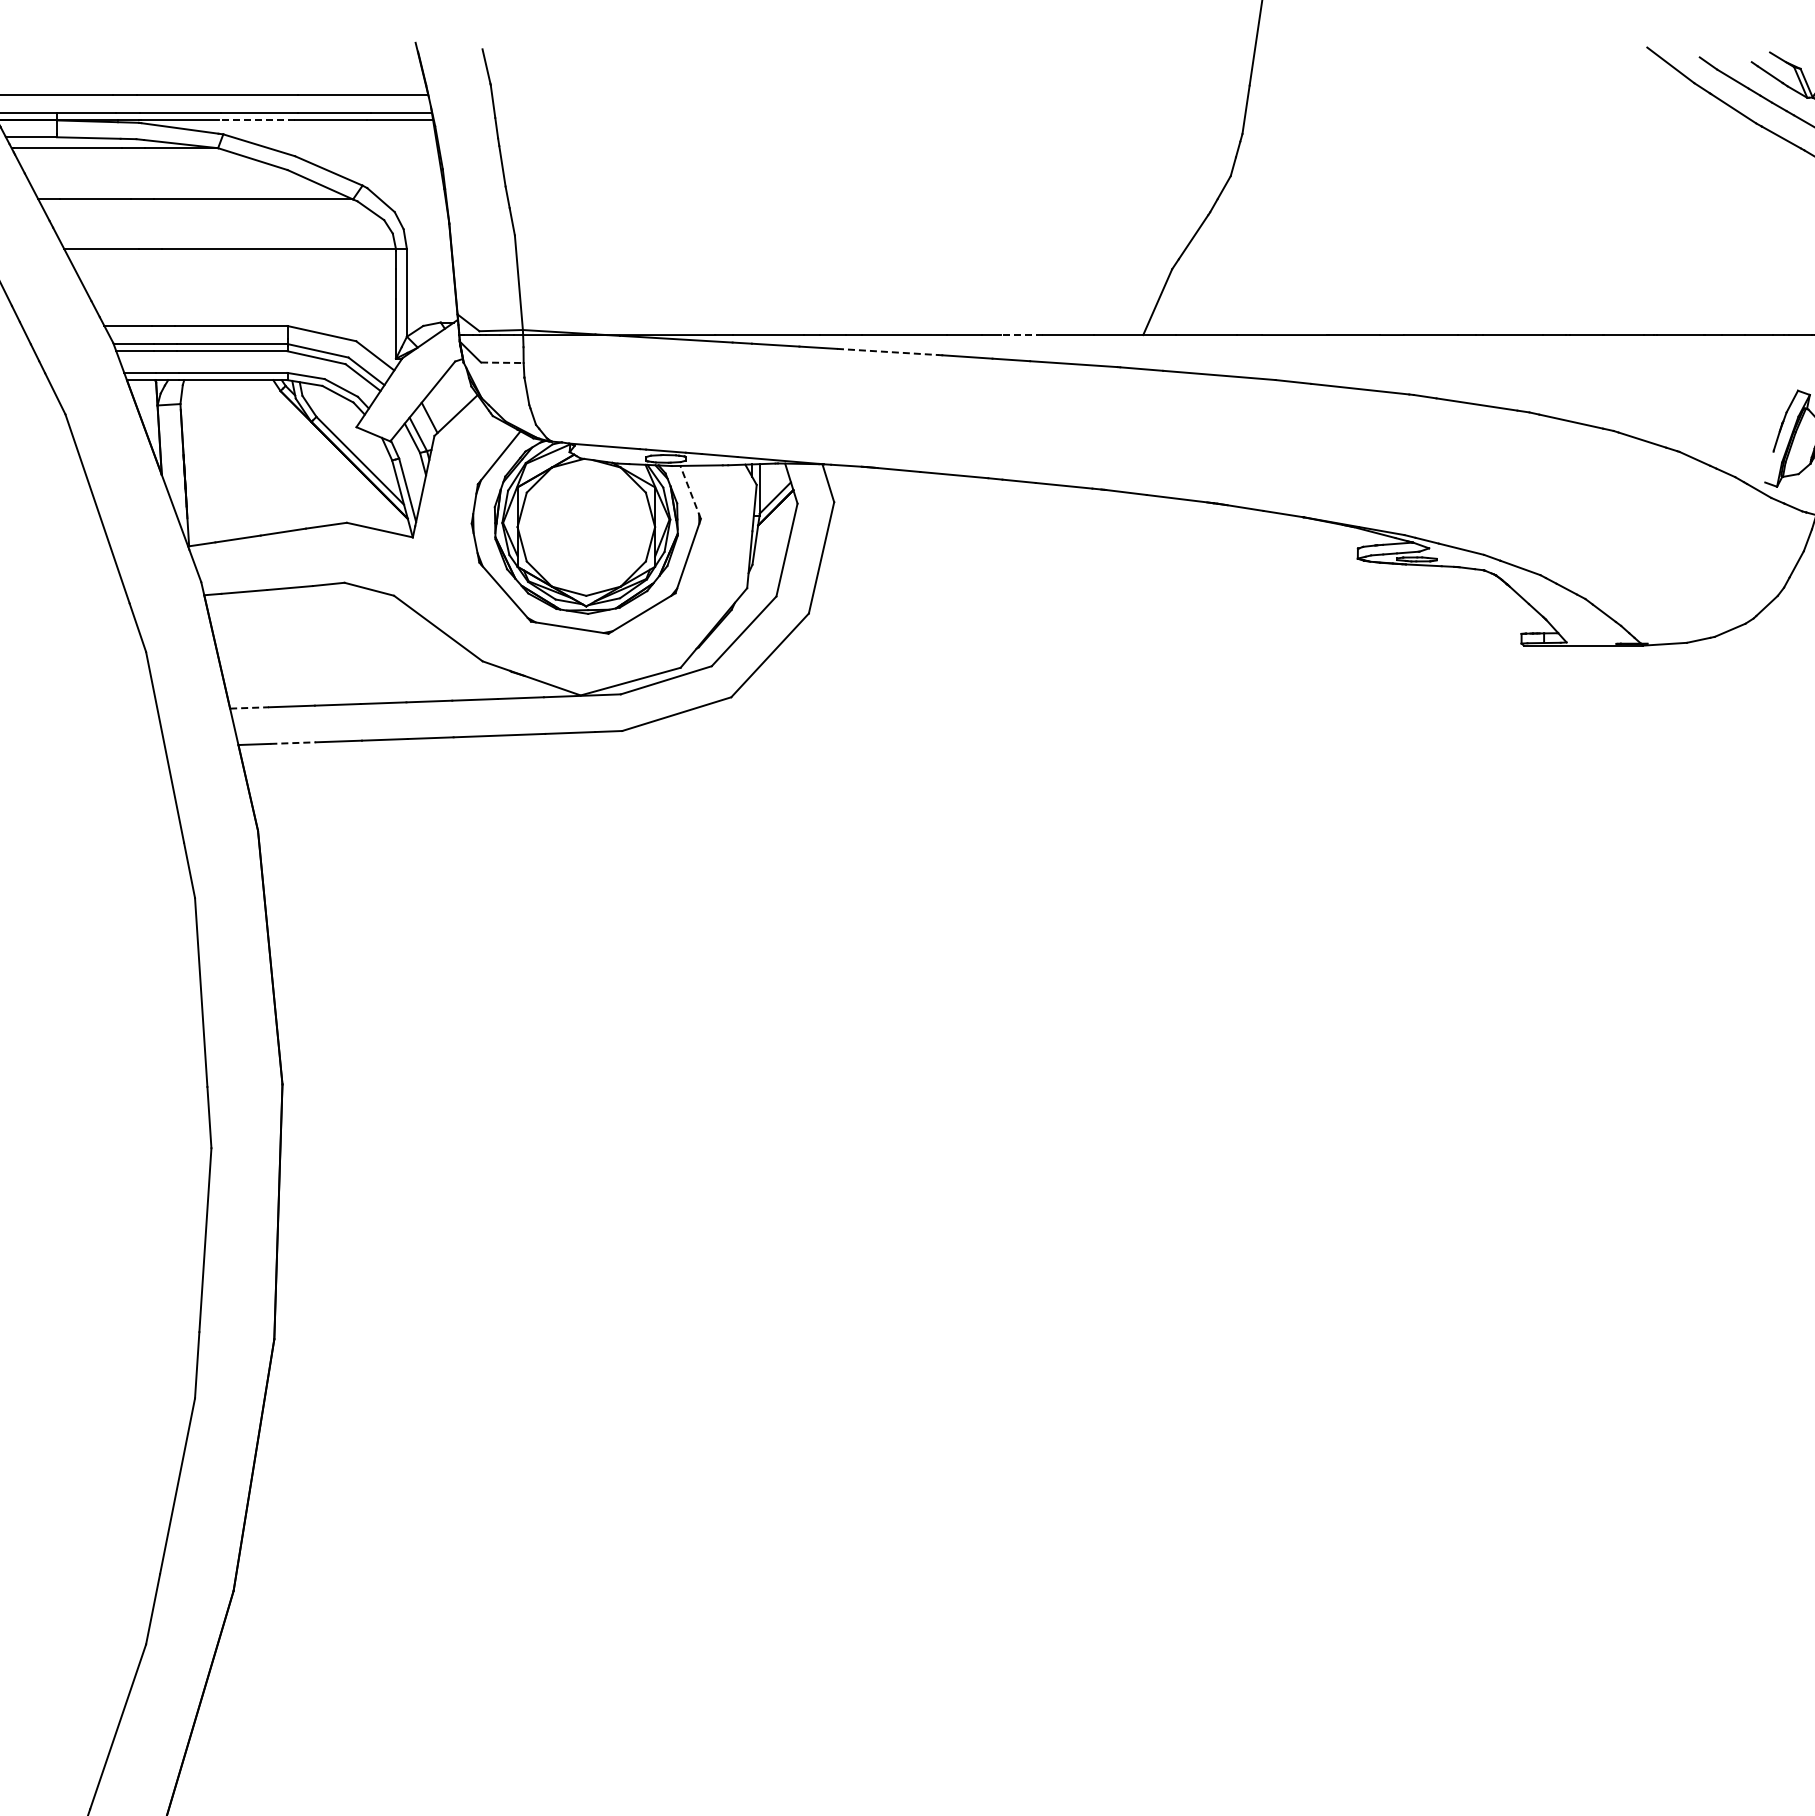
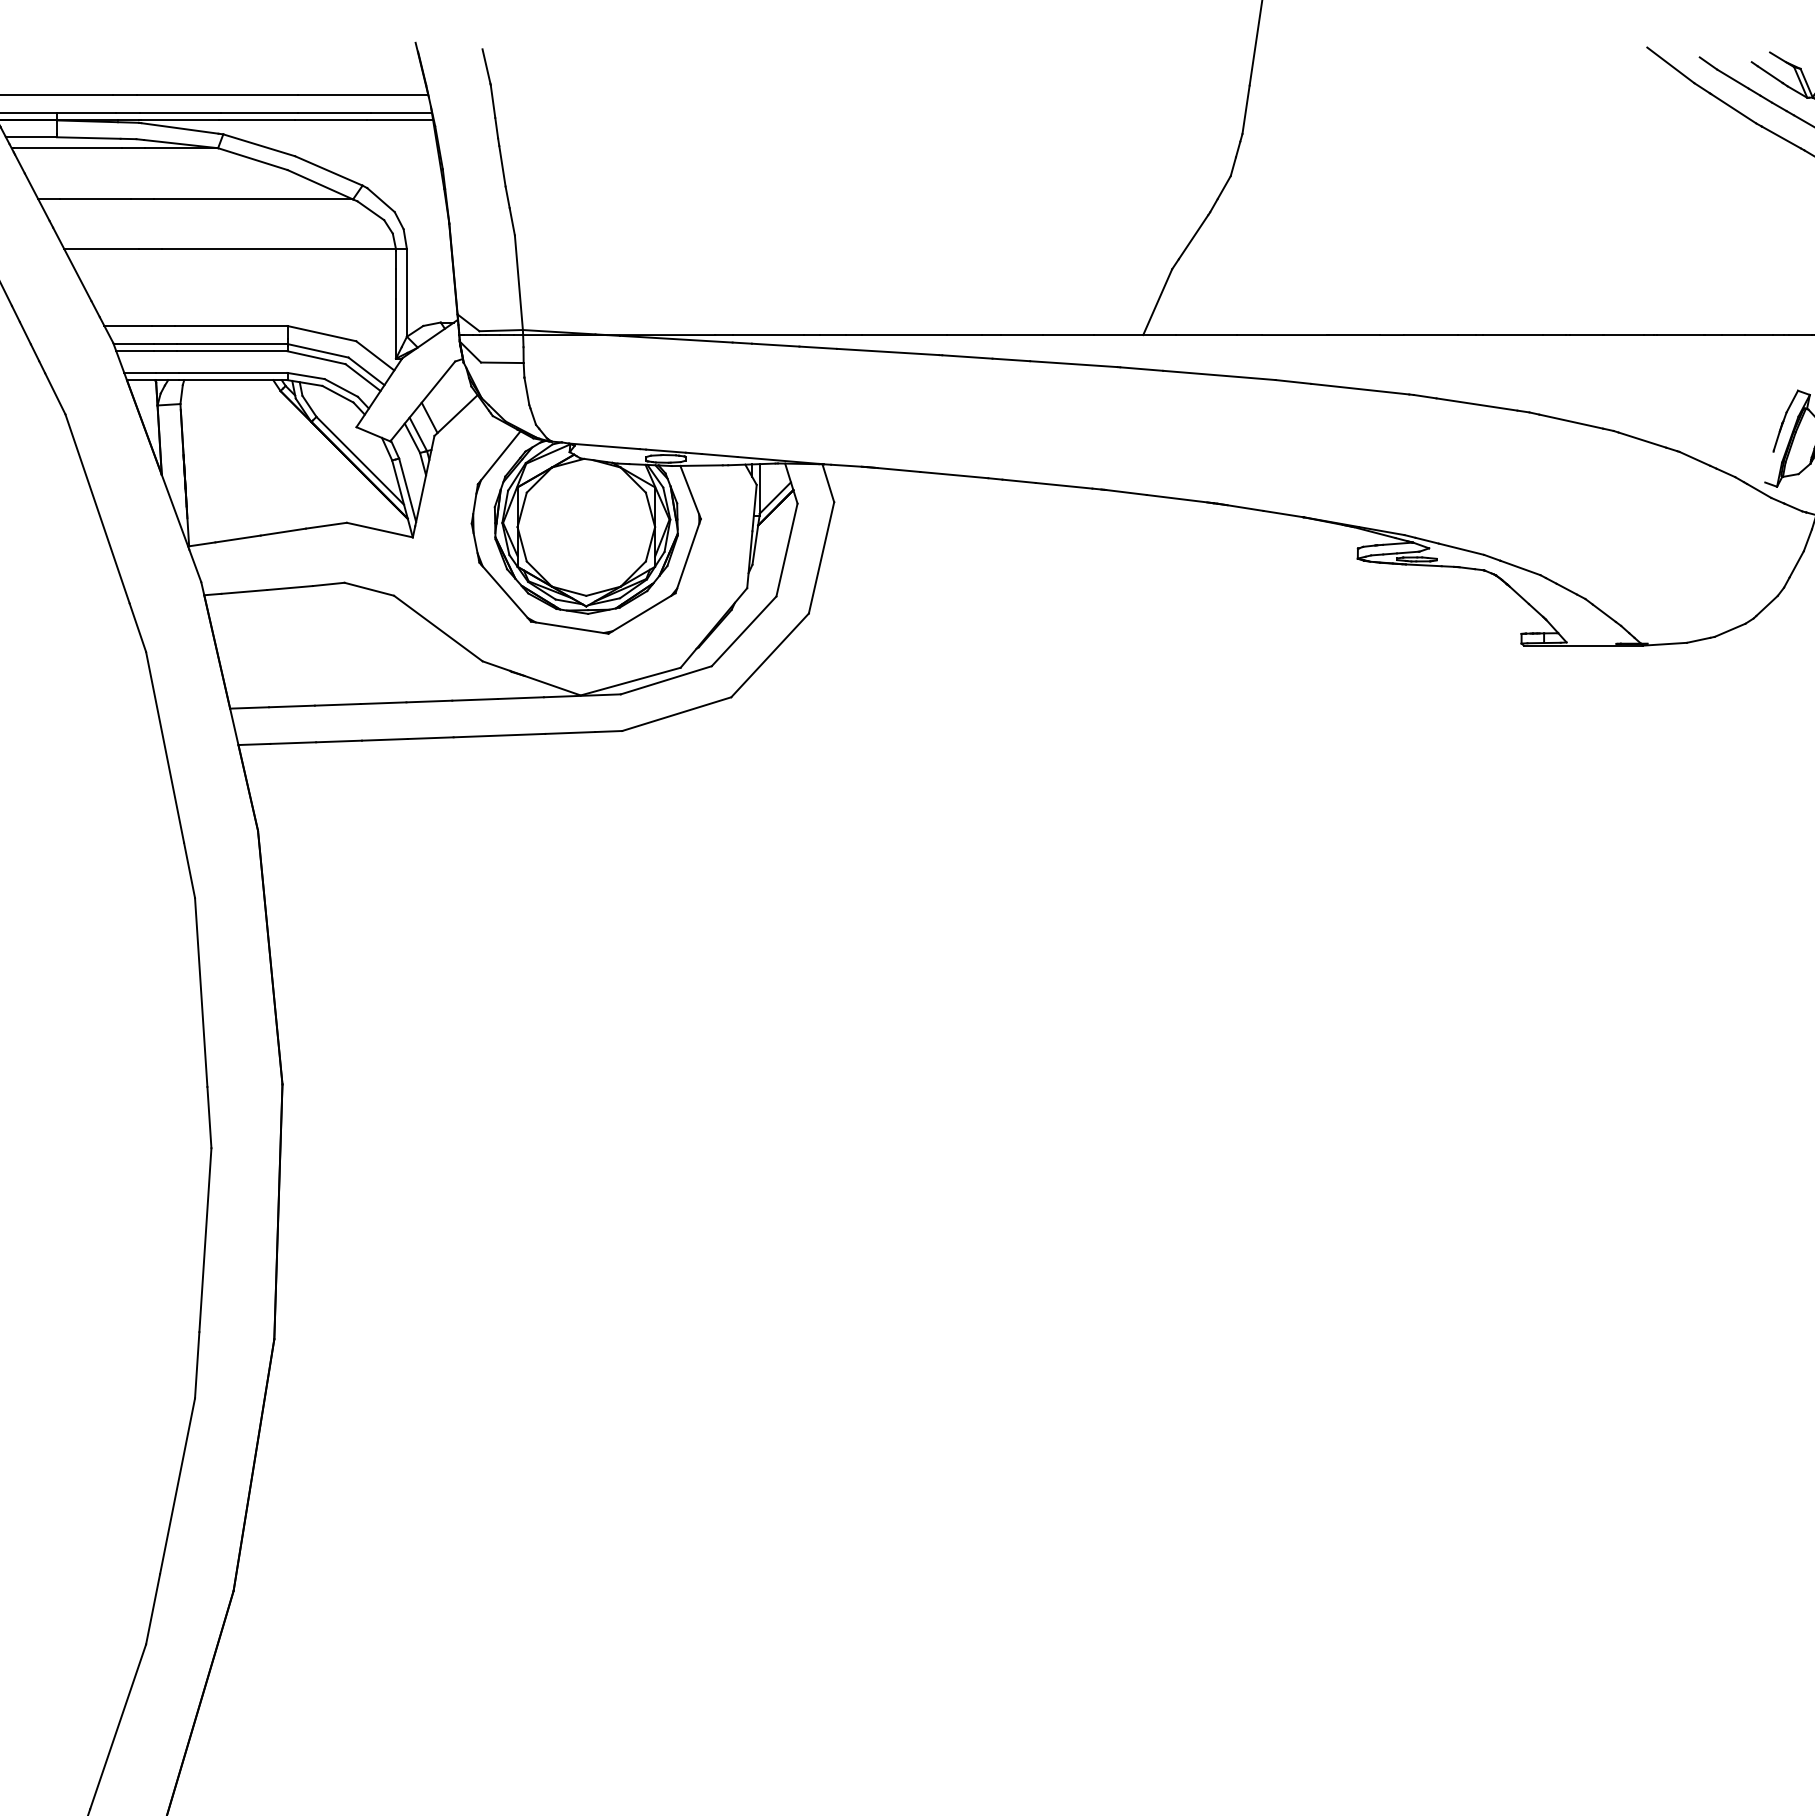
line at (256, 120): dashed -> solid
line at (1021, 335): dashed -> solid
line at (888, 352): dashed -> solid
line at (502, 362): dashed -> solid
line at (690, 492): dashed -> solid
line at (250, 707): dashed -> solid
line at (293, 743): dashed -> solid
